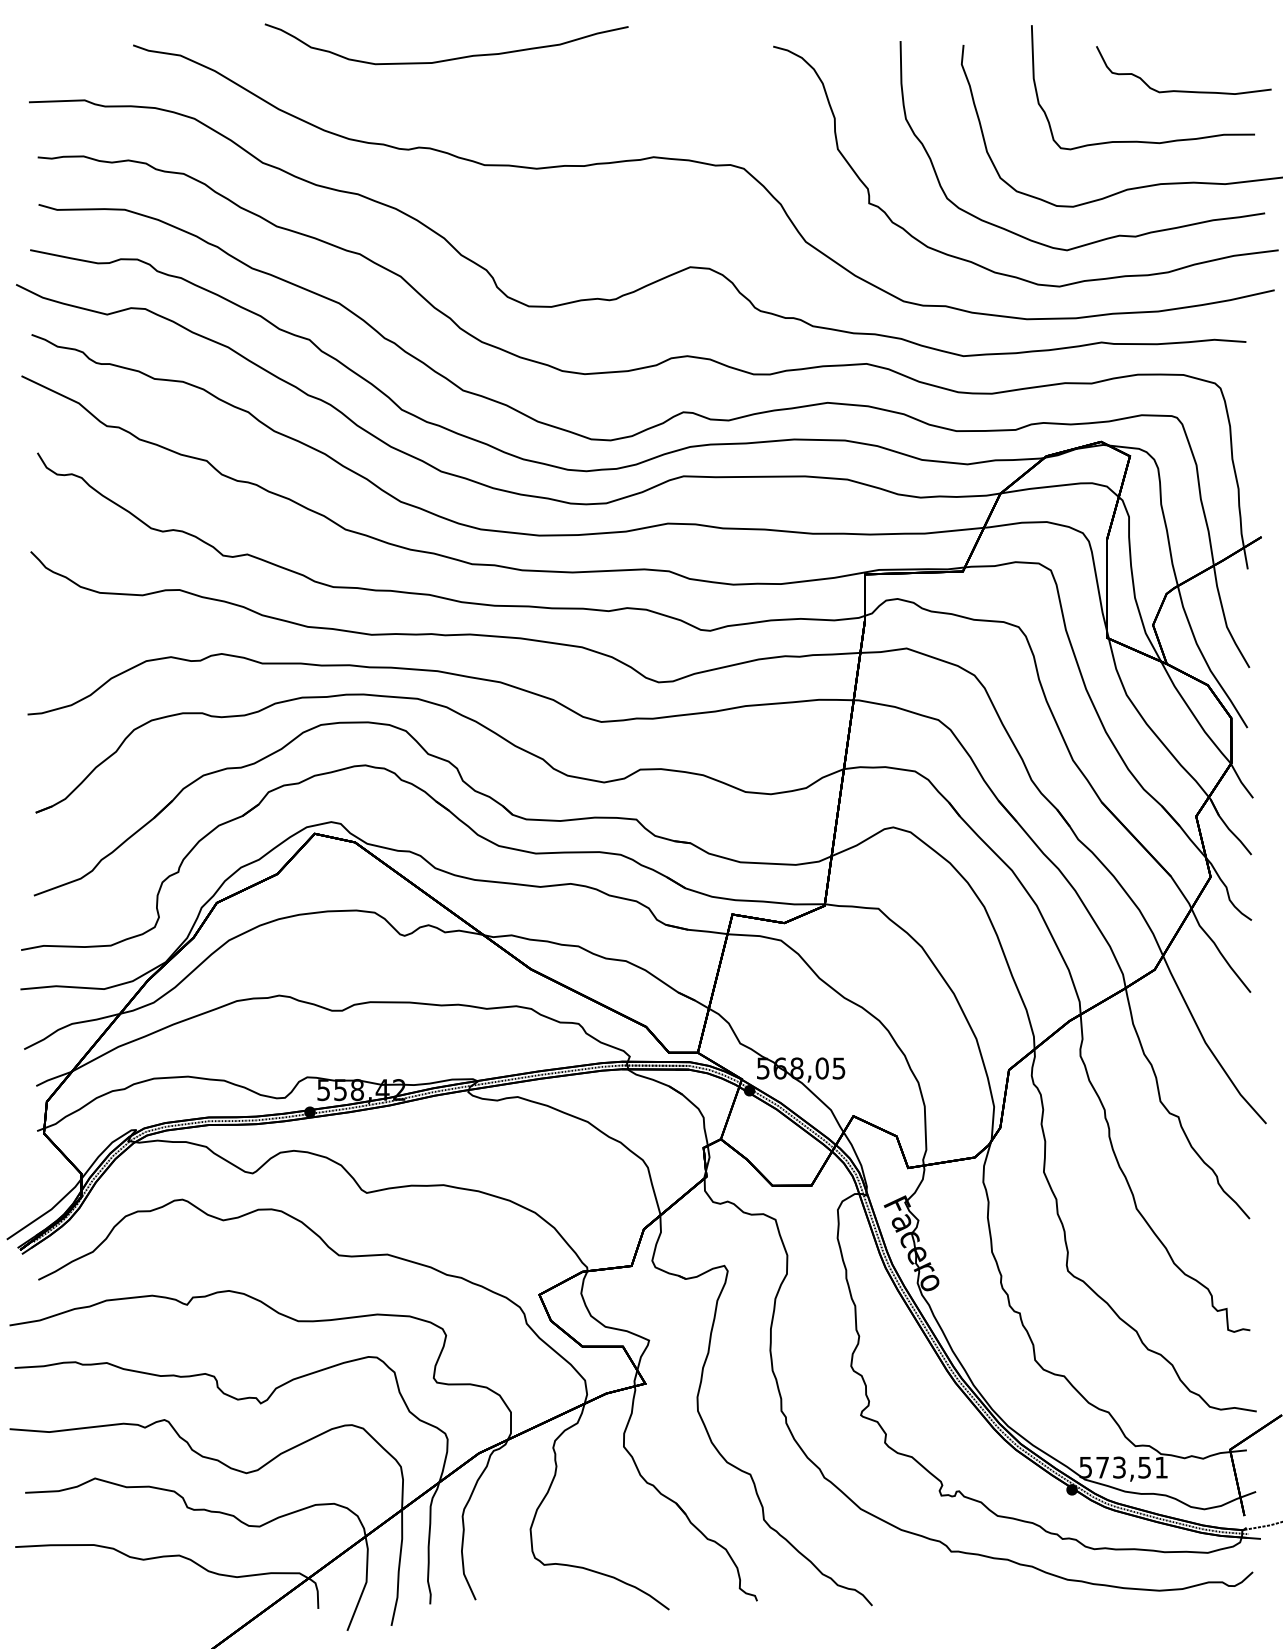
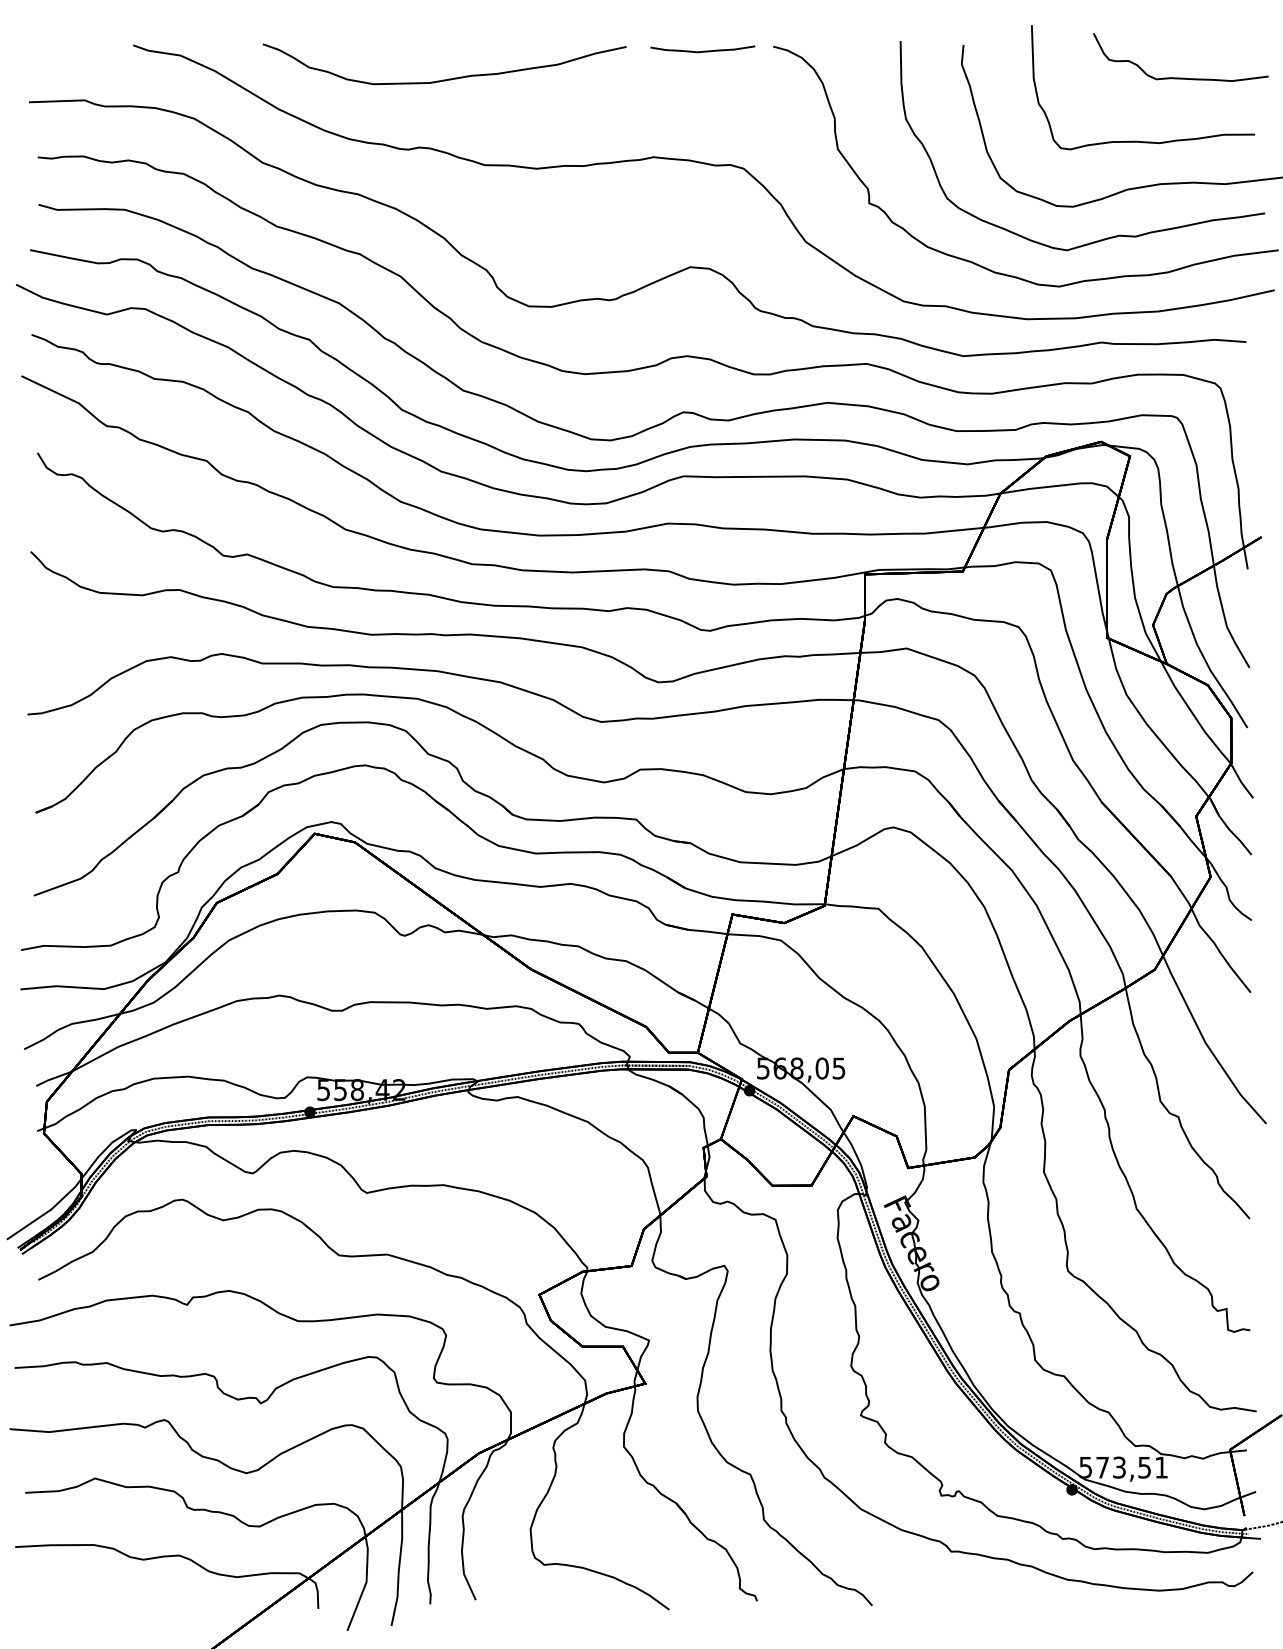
curve at (703, 50): none -> present
curve at (450, 58) position: (450, 58) -> (448, 78)
curve at (1183, 90) position: (1183, 90) -> (1180, 77)
